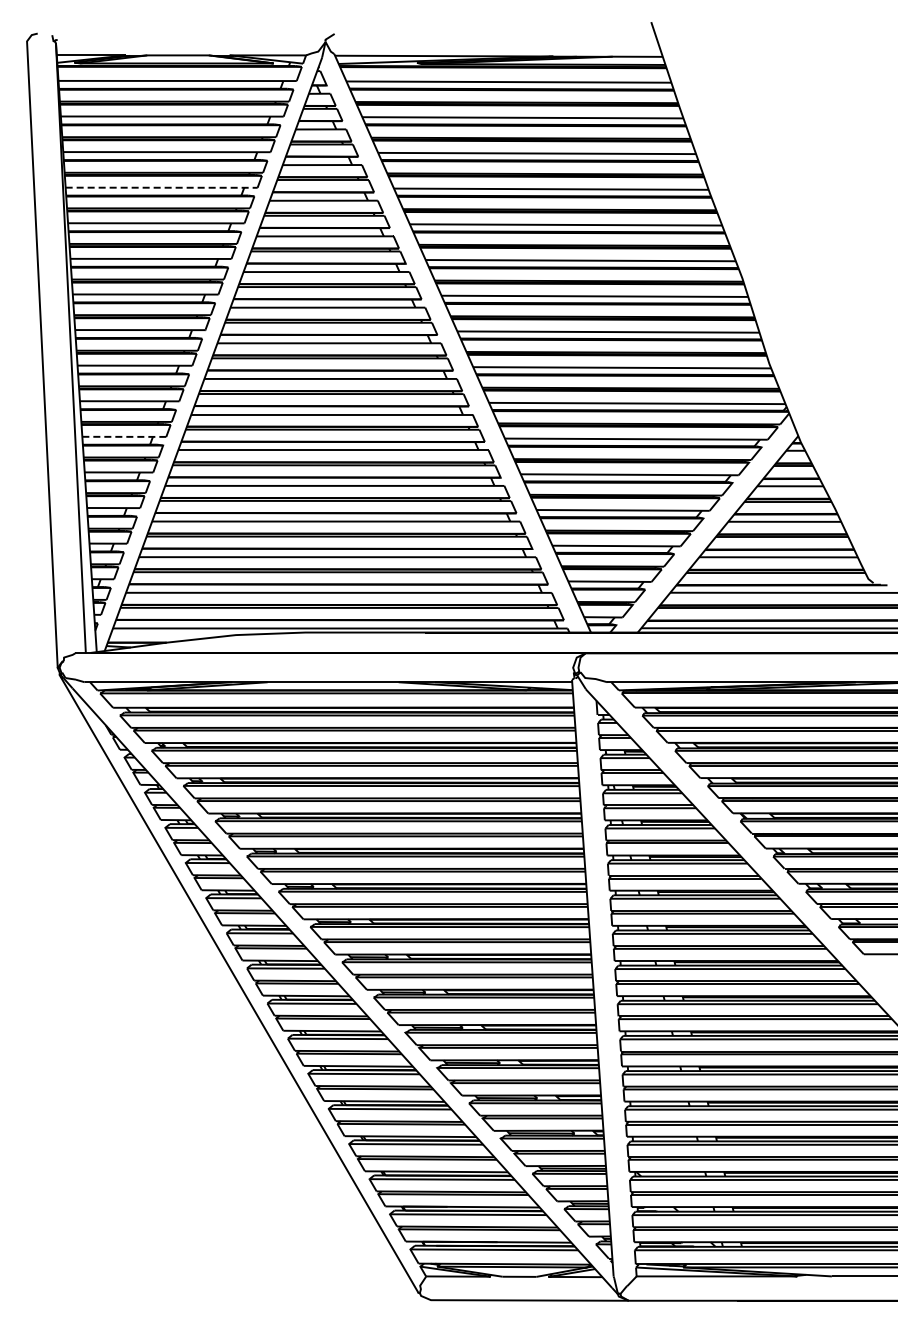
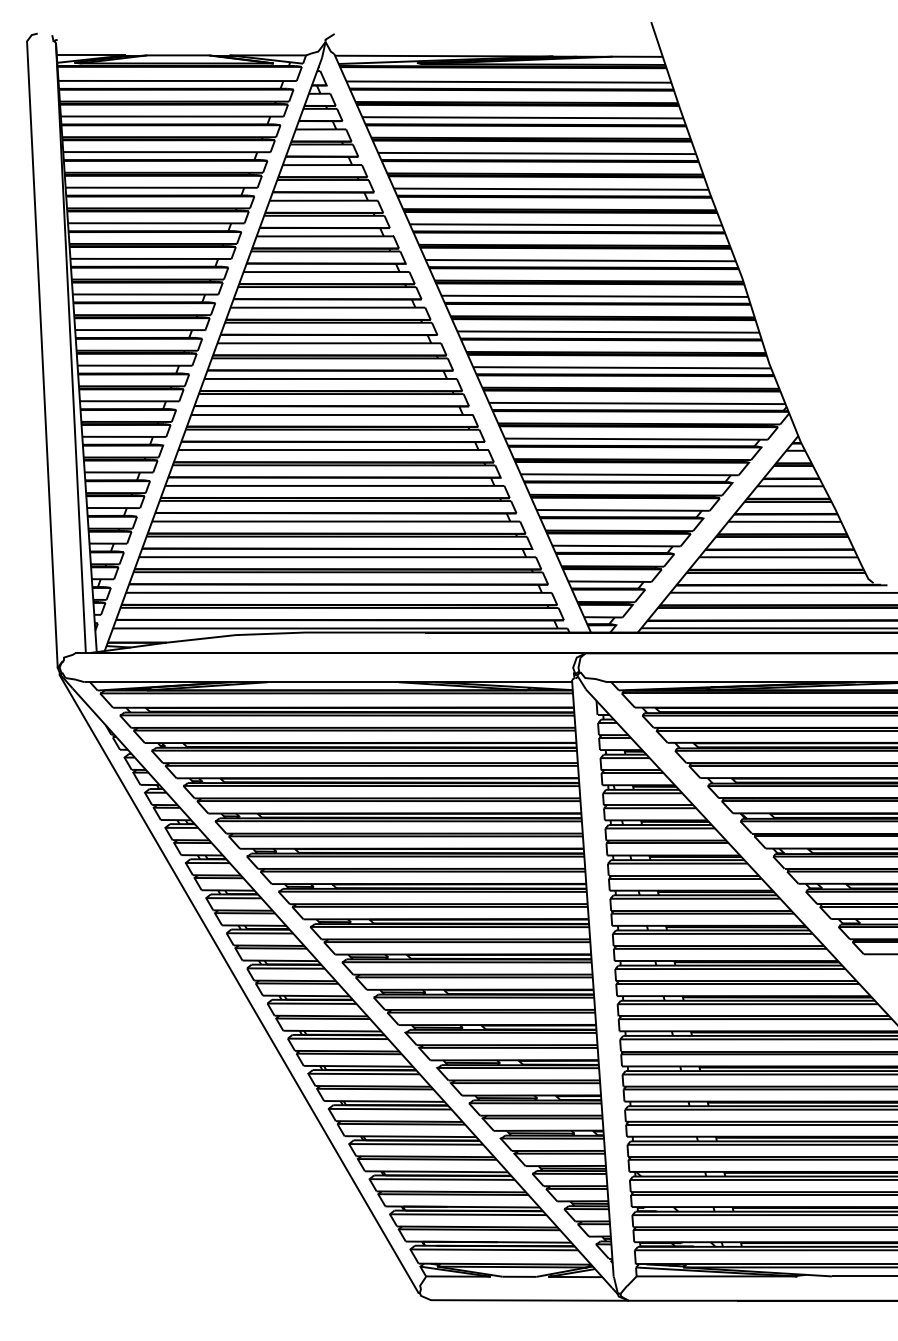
line at (161, 187): dashed -> solid
line at (124, 436): dashed -> solid
